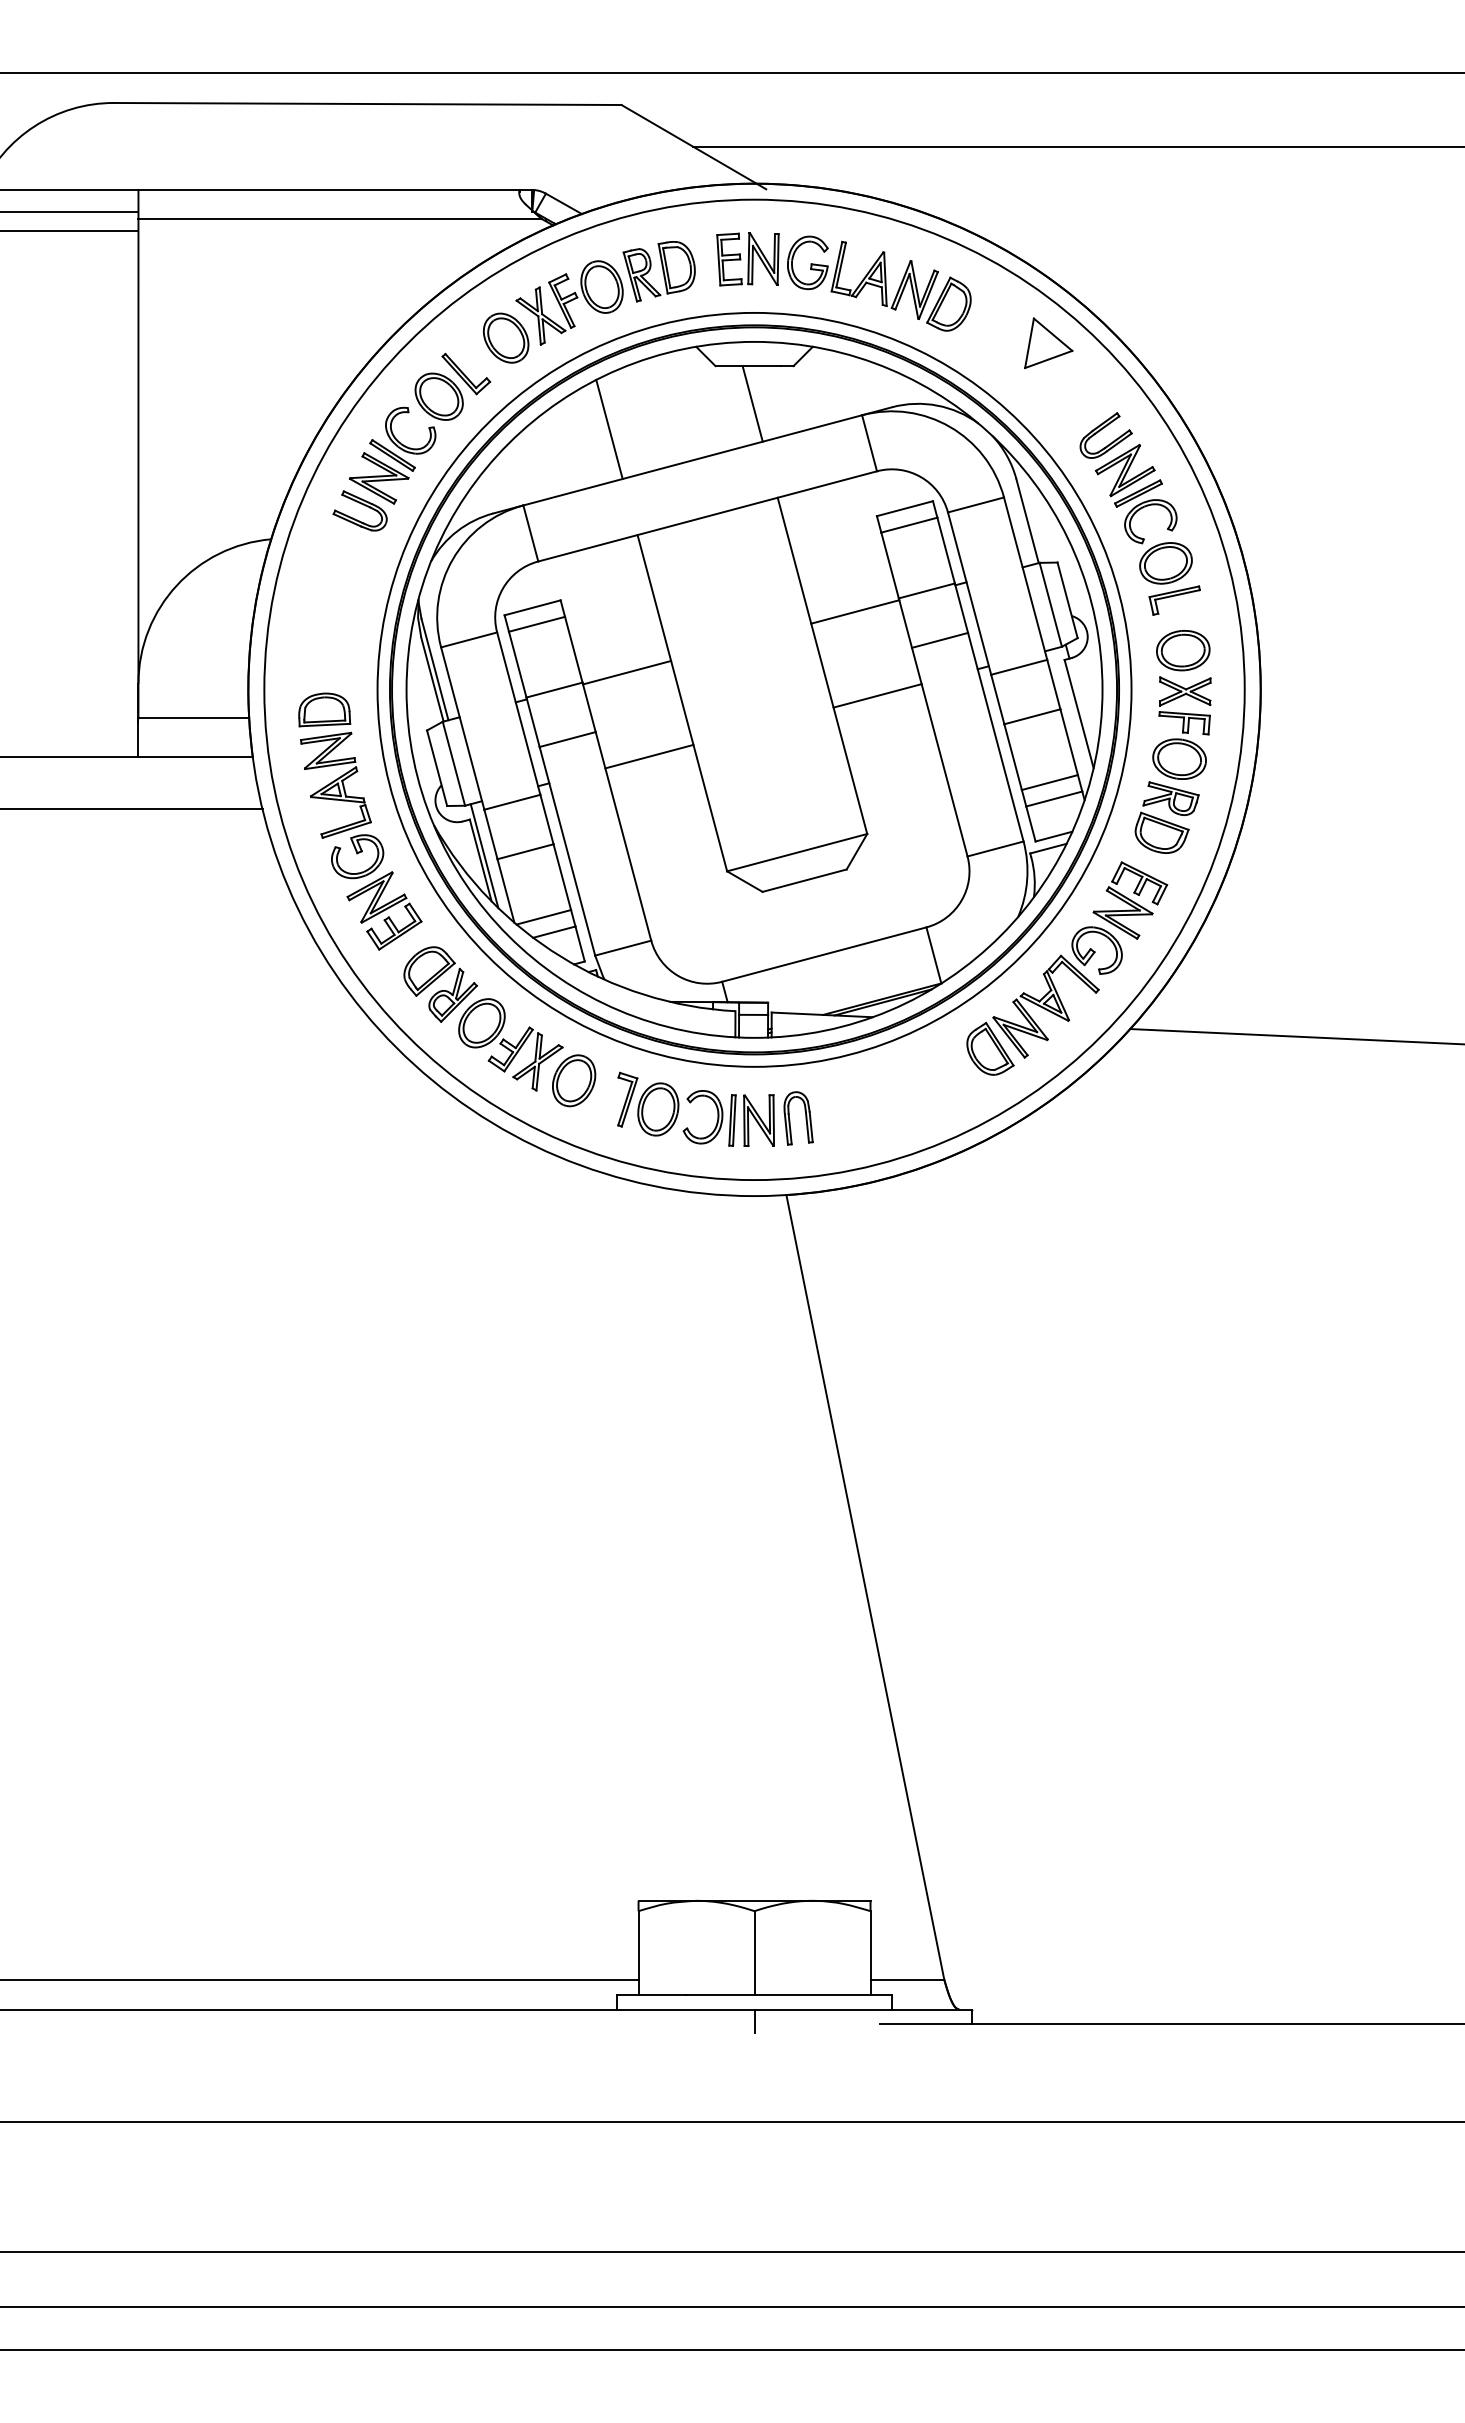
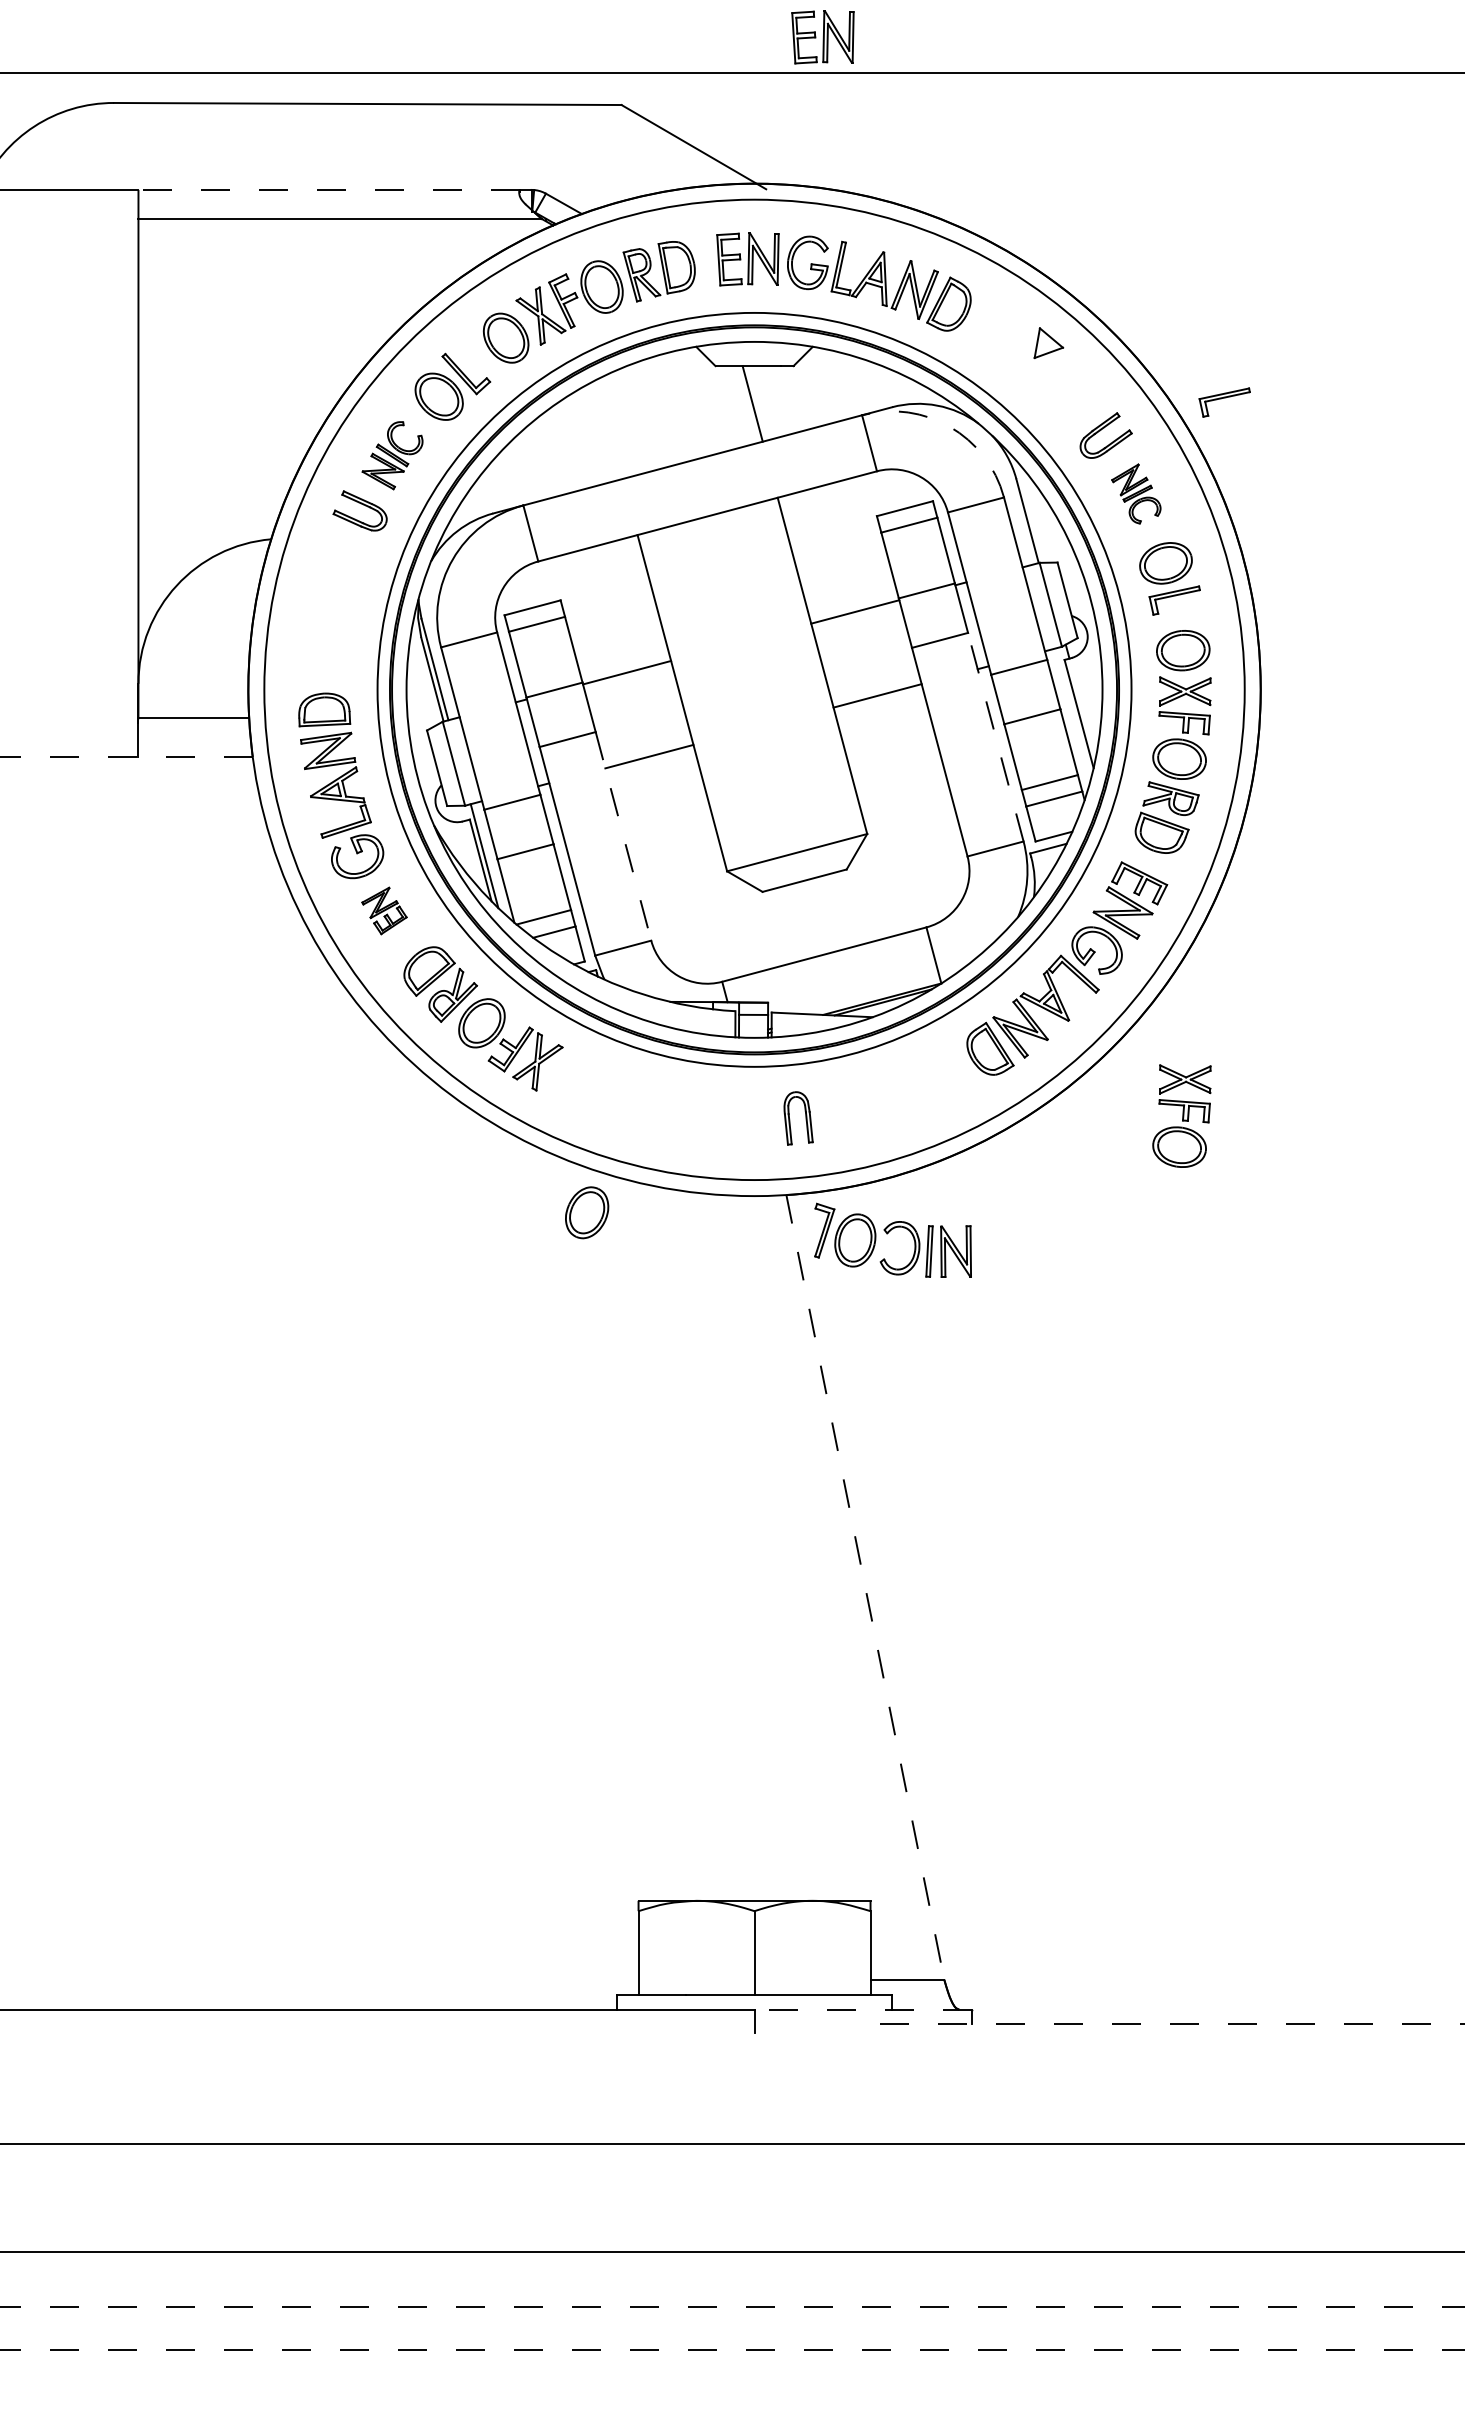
part at (822, 37): none -> present
line at (1076, 146): present -> none
line at (329, 189): solid -> dashed
line at (70, 211): present -> none
line at (70, 230): present -> none
part at (1048, 342) size: 50x52 px -> 32x33 px
part at (1224, 402): none -> present
arc at (950, 426): solid -> dashed
line at (609, 429): present -> none
part at (392, 455) size: 89x99 px -> 63x70 px
part at (1136, 493) size: 83x102 px -> 51x62 px
line at (995, 737): solid -> dashed
line at (126, 756): solid -> dashed
line at (132, 809): present -> none
line at (623, 836): solid -> dashed
part at (384, 910) size: 77x80 px -> 47x50 px
line at (1295, 1036): present -> none
part at (574, 1080) position: (574, 1080) -> (587, 1212)
part at (690, 1103) position: (690, 1103) -> (887, 1234)
part at (1181, 1115): none -> present
line at (865, 1587): solid -> dashed
line at (320, 1979): present -> none
line at (863, 2009): solid -> dashed
line at (1172, 2024): solid -> dashed
line at (731, 2121) position: (731, 2121) -> (731, 2143)
line at (731, 2306): solid -> dashed
line at (731, 2350): solid -> dashed
